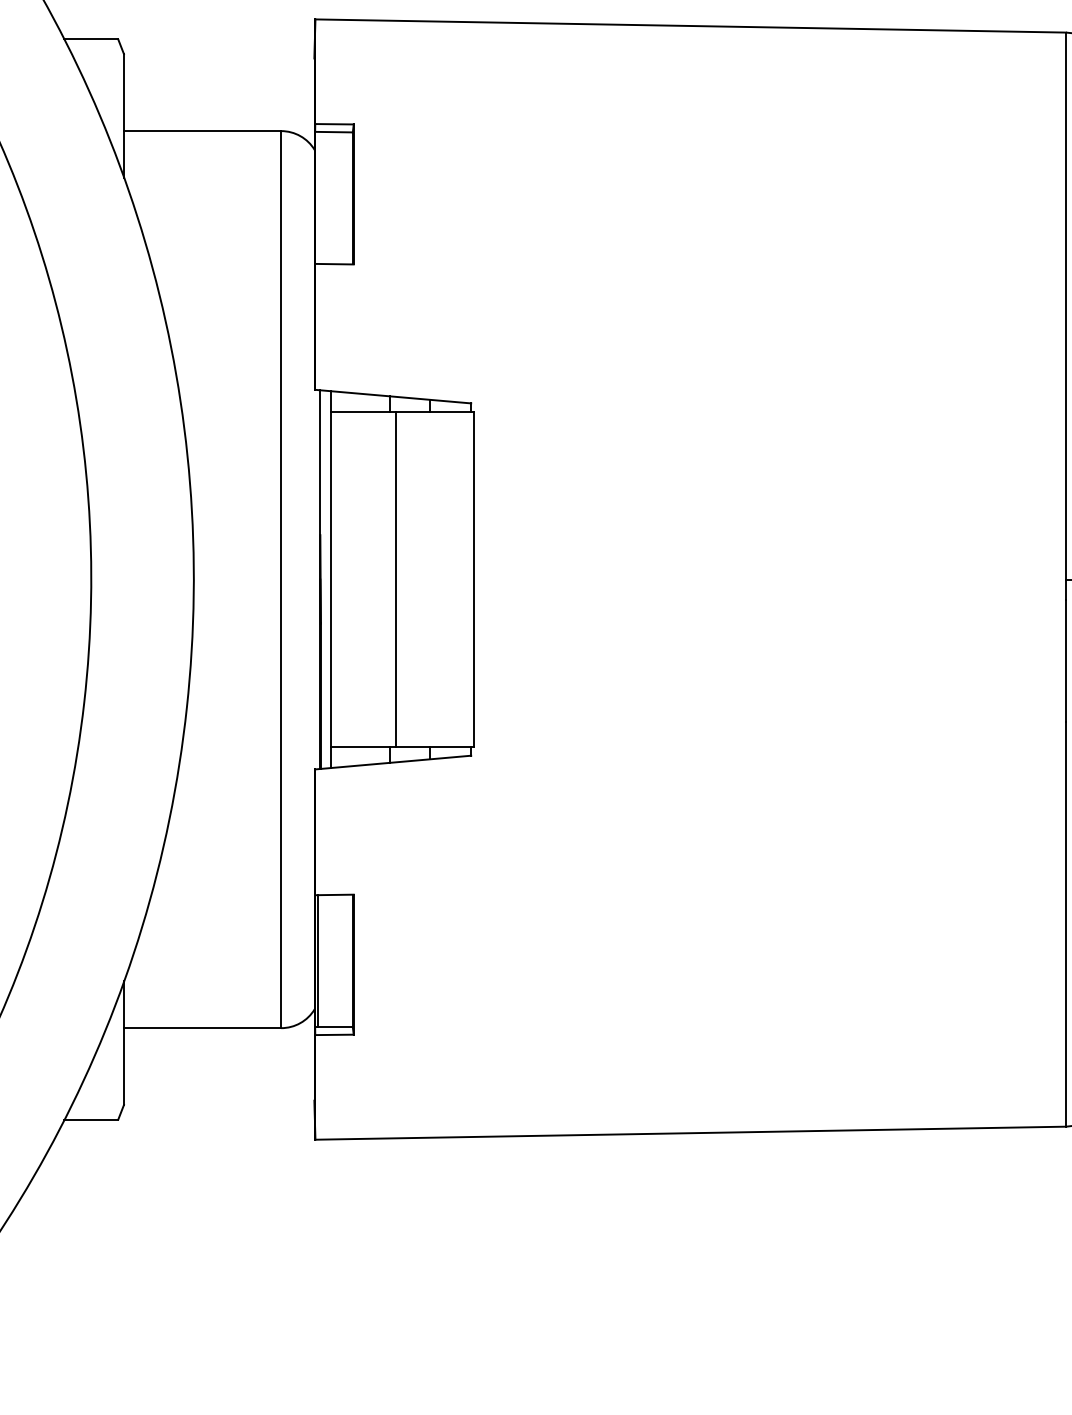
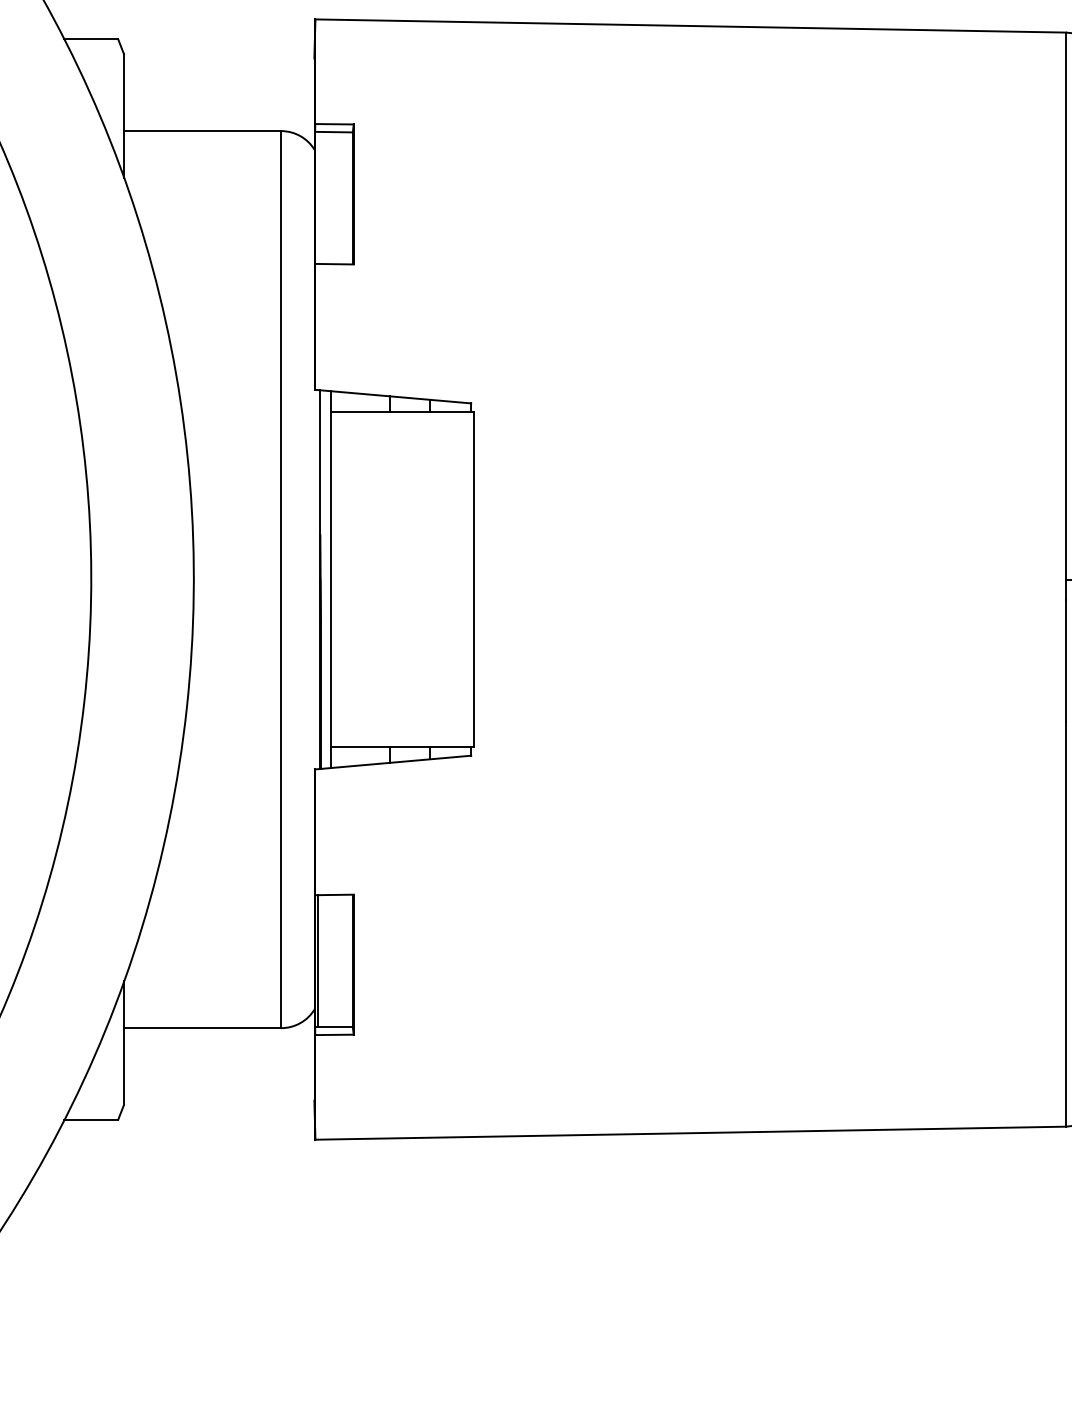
line at (396, 579): present -> none
